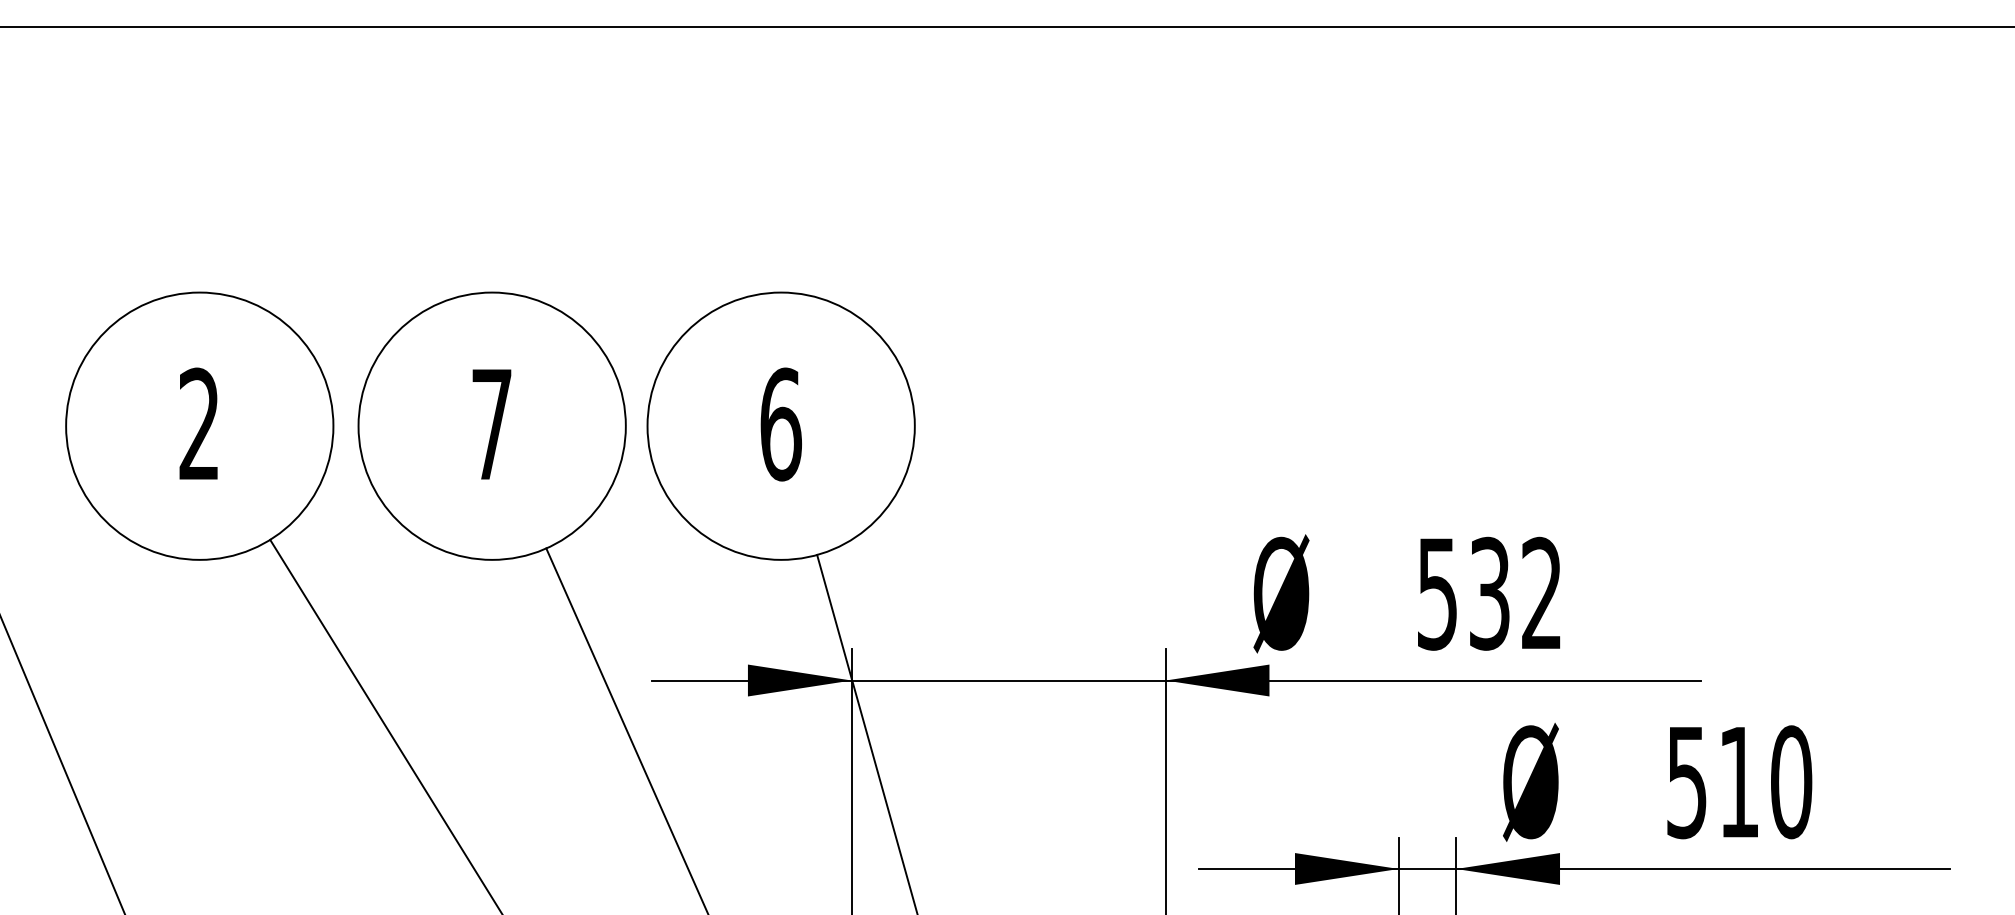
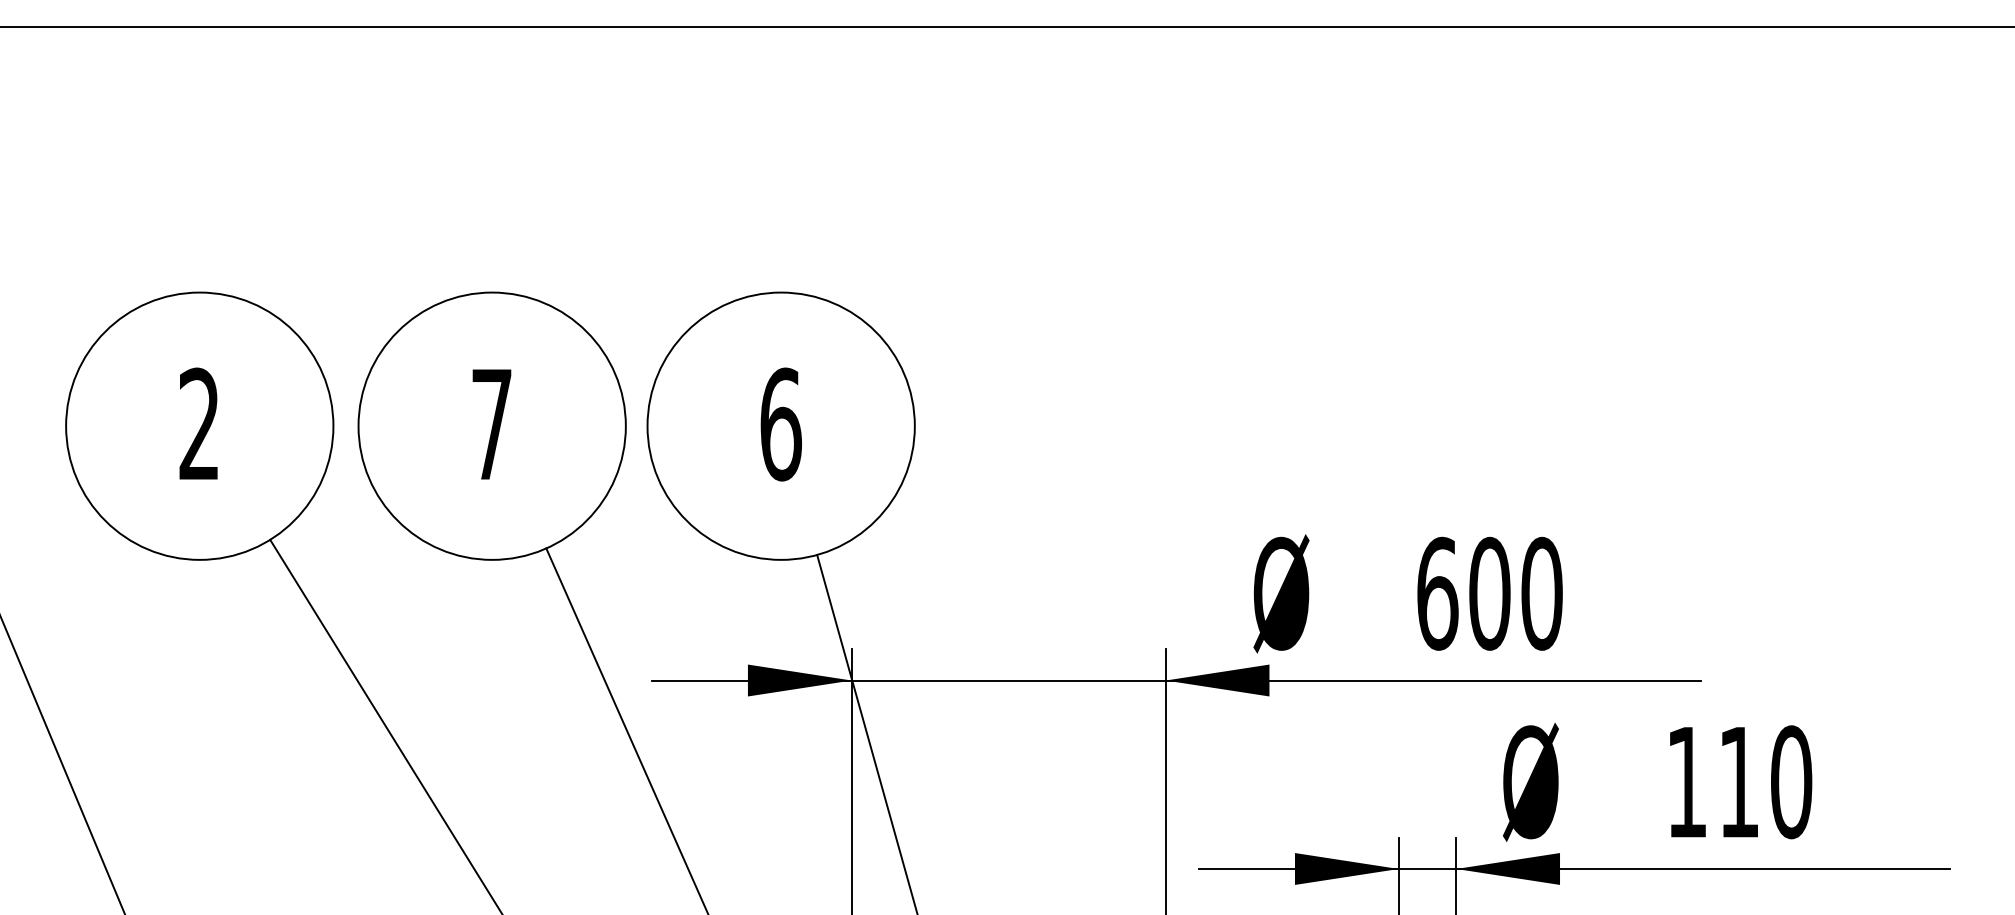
text at (1489, 593): 532 -> 600
text at (1686, 783): 510 -> 110
